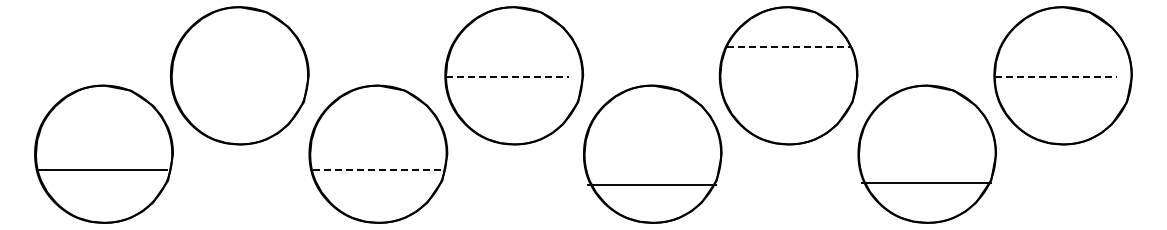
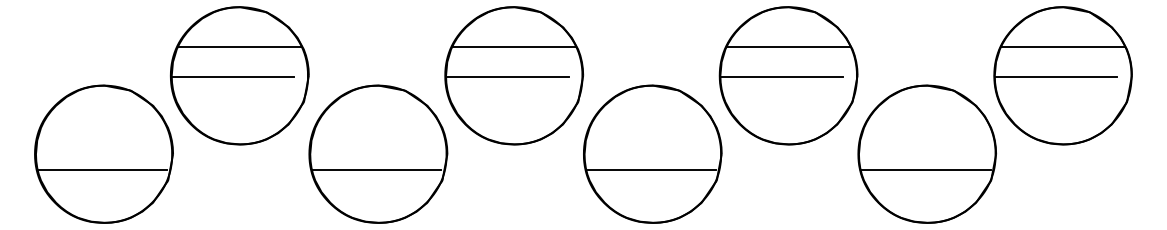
line at (239, 47): none -> present
line at (514, 47): none -> present
line at (788, 47): dashed -> solid
line at (1063, 47): none -> present
line at (232, 76): none -> present
line at (507, 76): dashed -> solid
line at (781, 76): none -> present
line at (1056, 76): dashed -> solid
line at (376, 169): dashed -> solid
line at (926, 182) position: (926, 182) -> (926, 169)
line at (651, 184) position: (651, 184) -> (651, 169)
